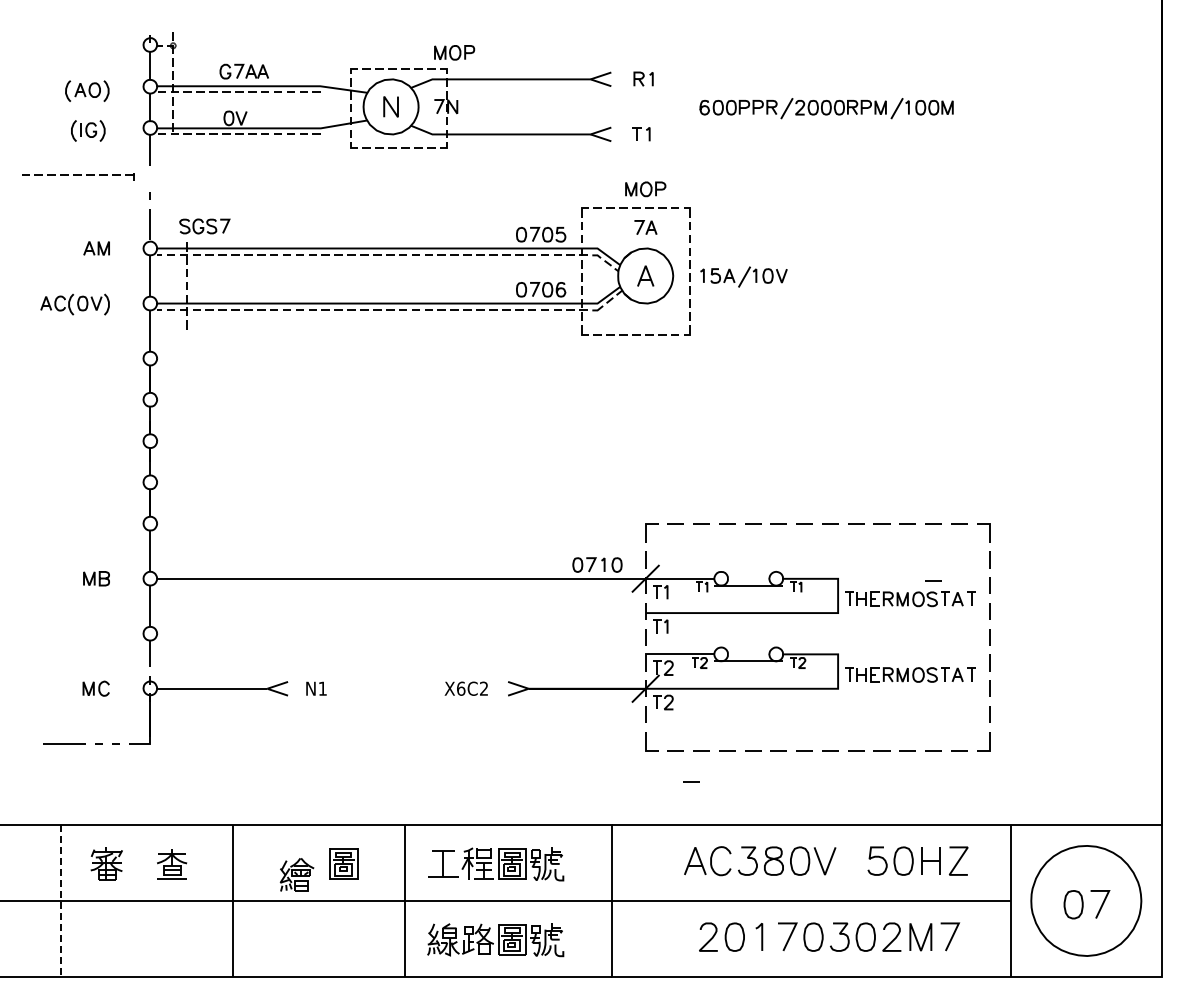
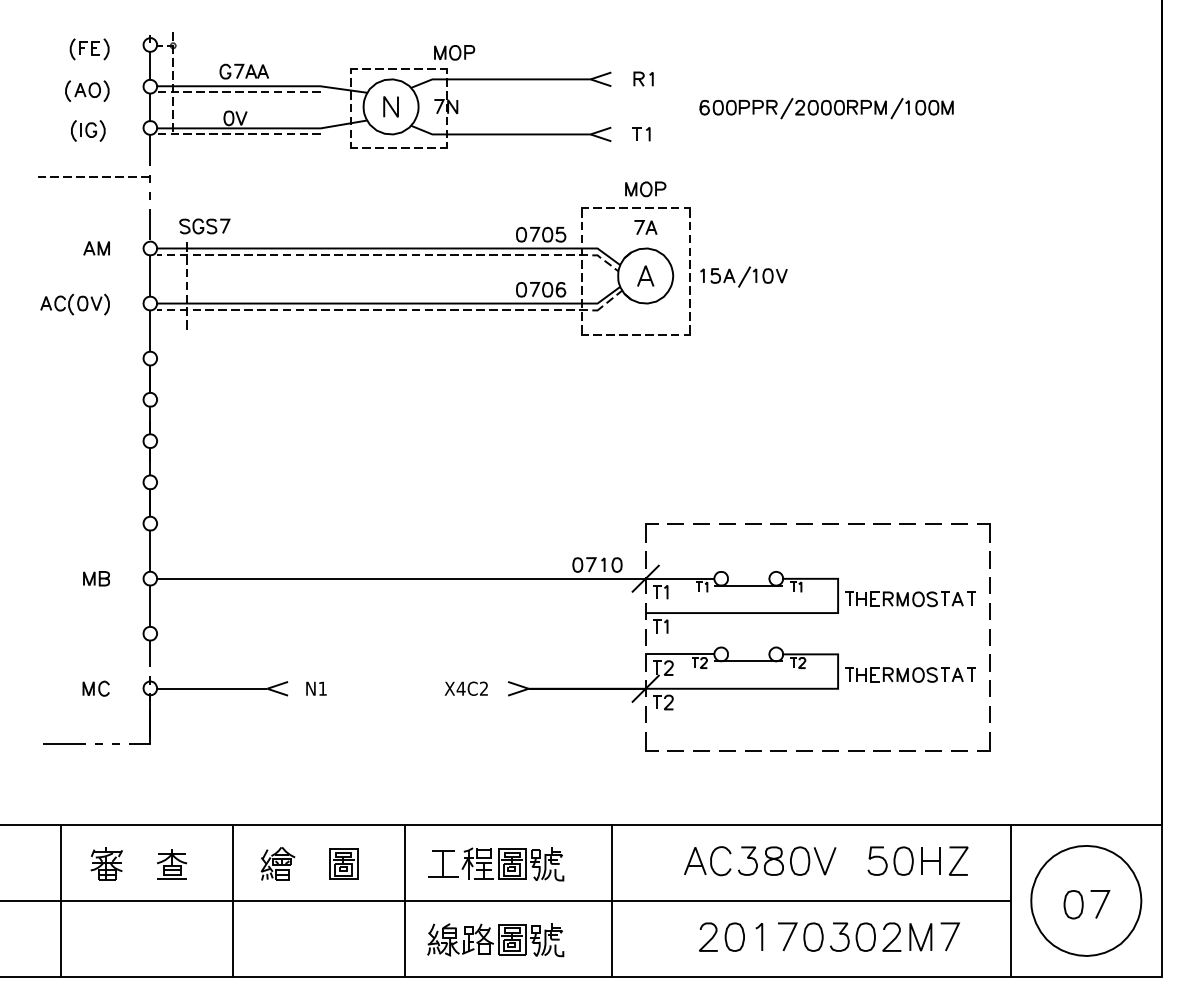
part at (89, 49): none -> present
part at (78, 176) position: (78, 176) -> (94, 178)
line at (933, 580): present -> none
text at (460, 688): X6C2 -> X4C2
line at (691, 781): present -> none
part at (296, 874) position: (296, 874) -> (277, 863)
line at (61, 900): dashed -> solid
